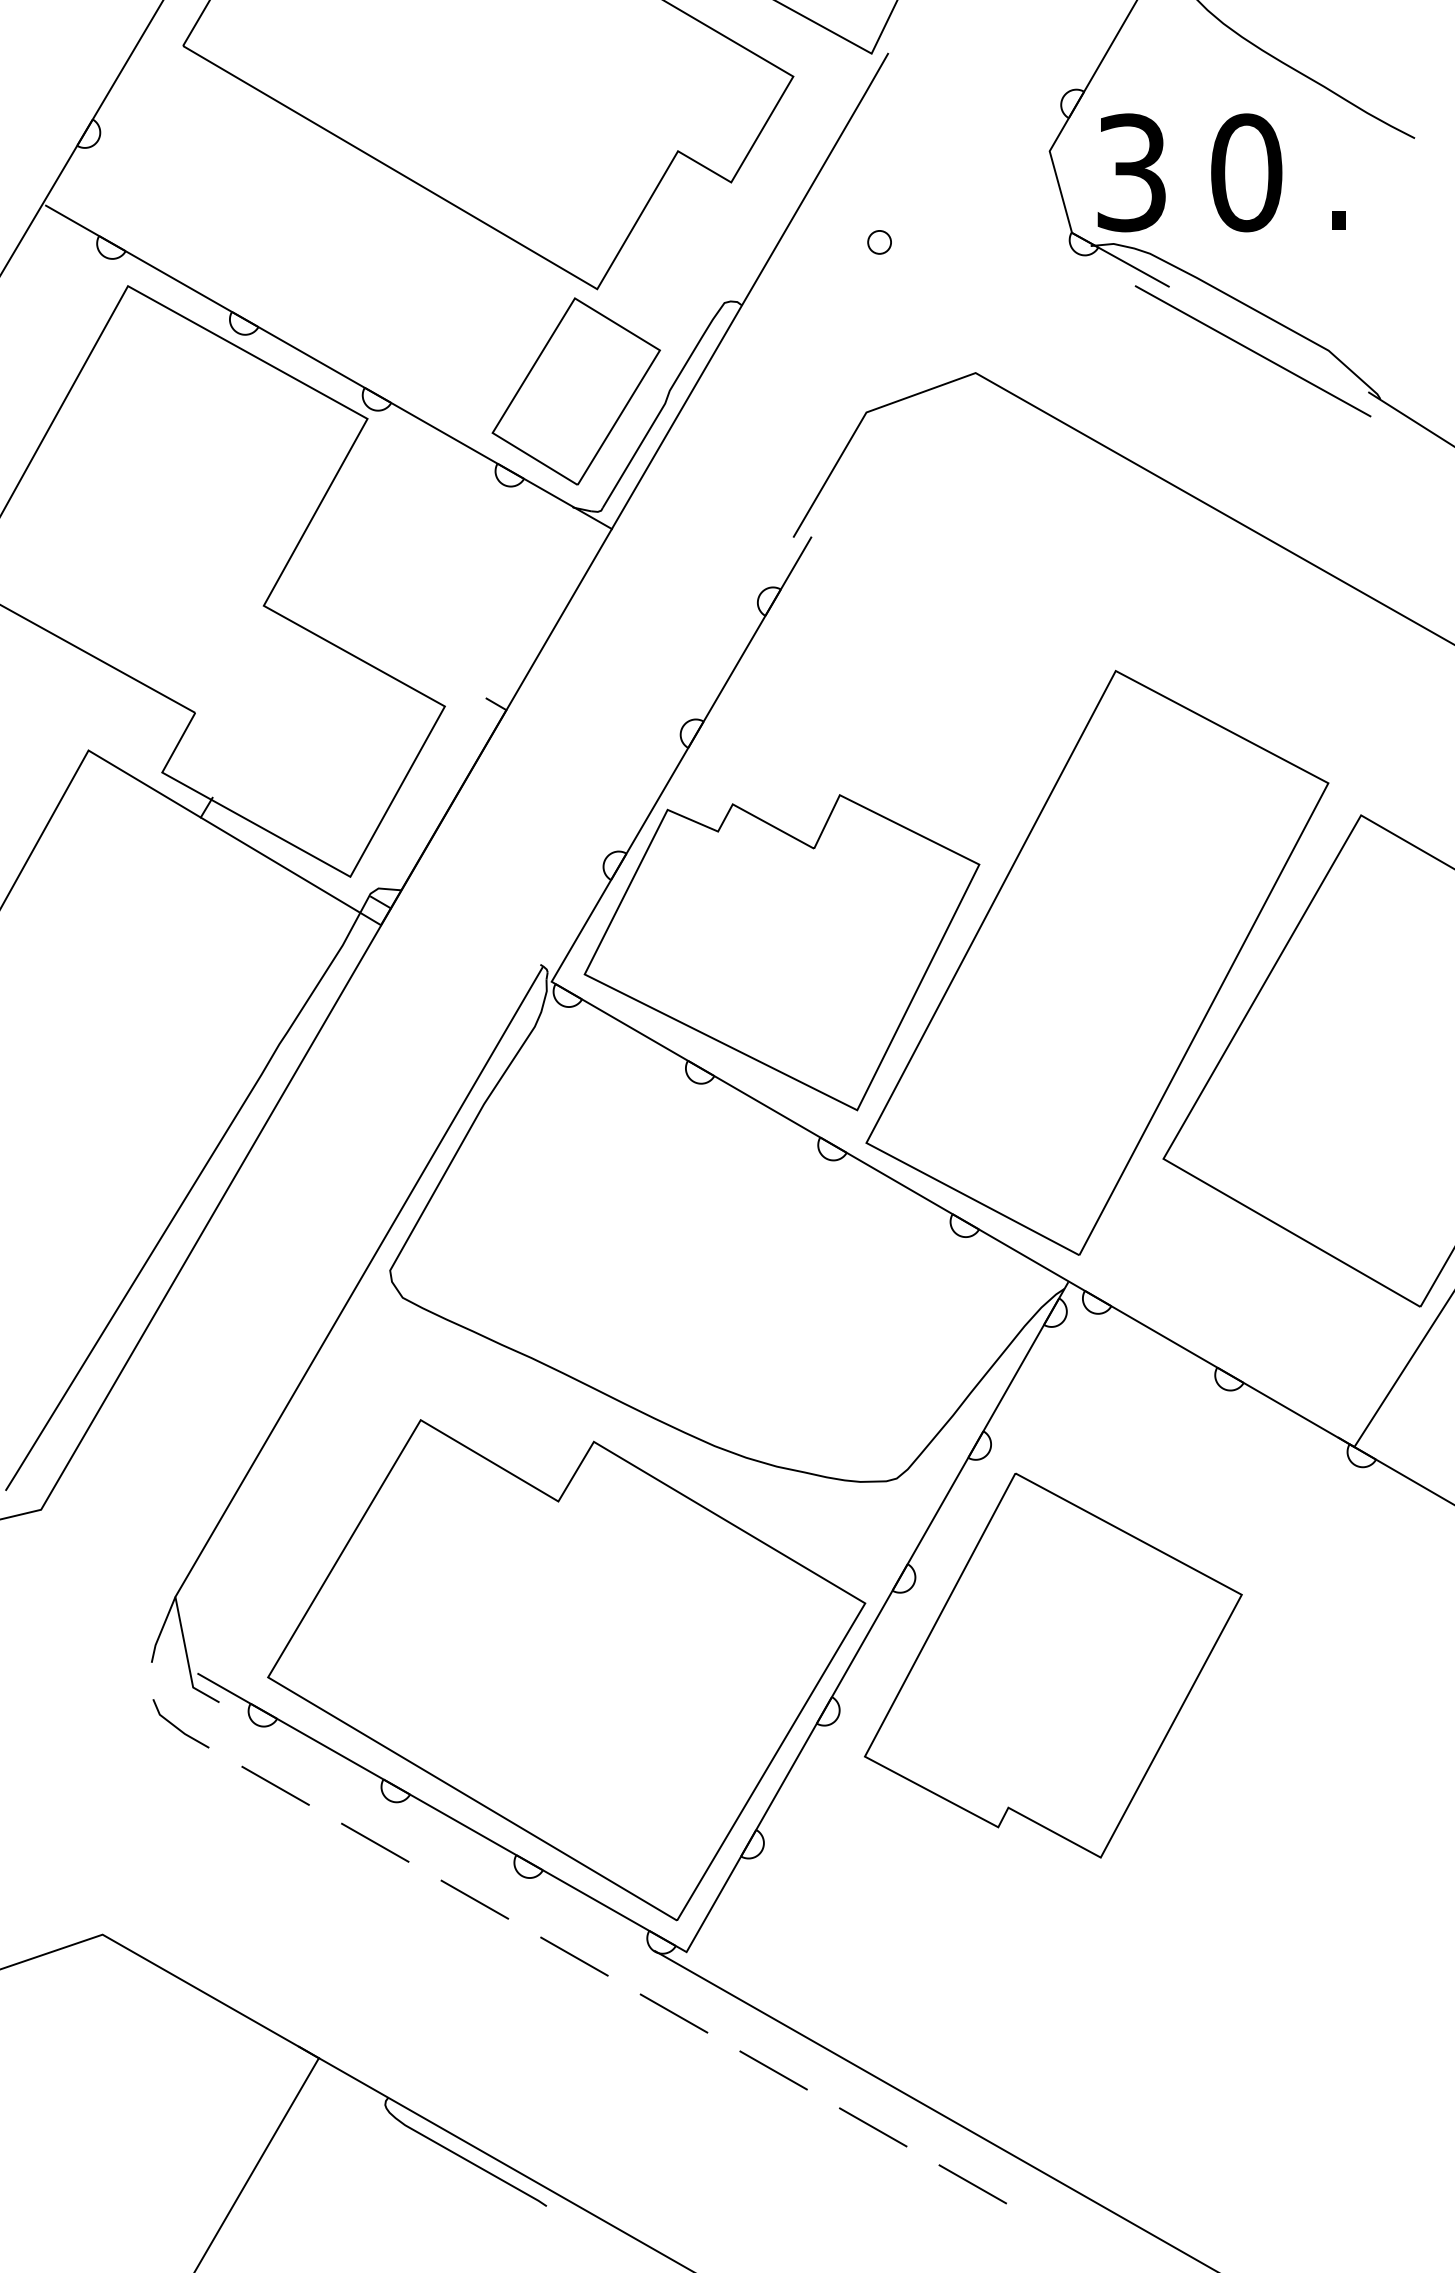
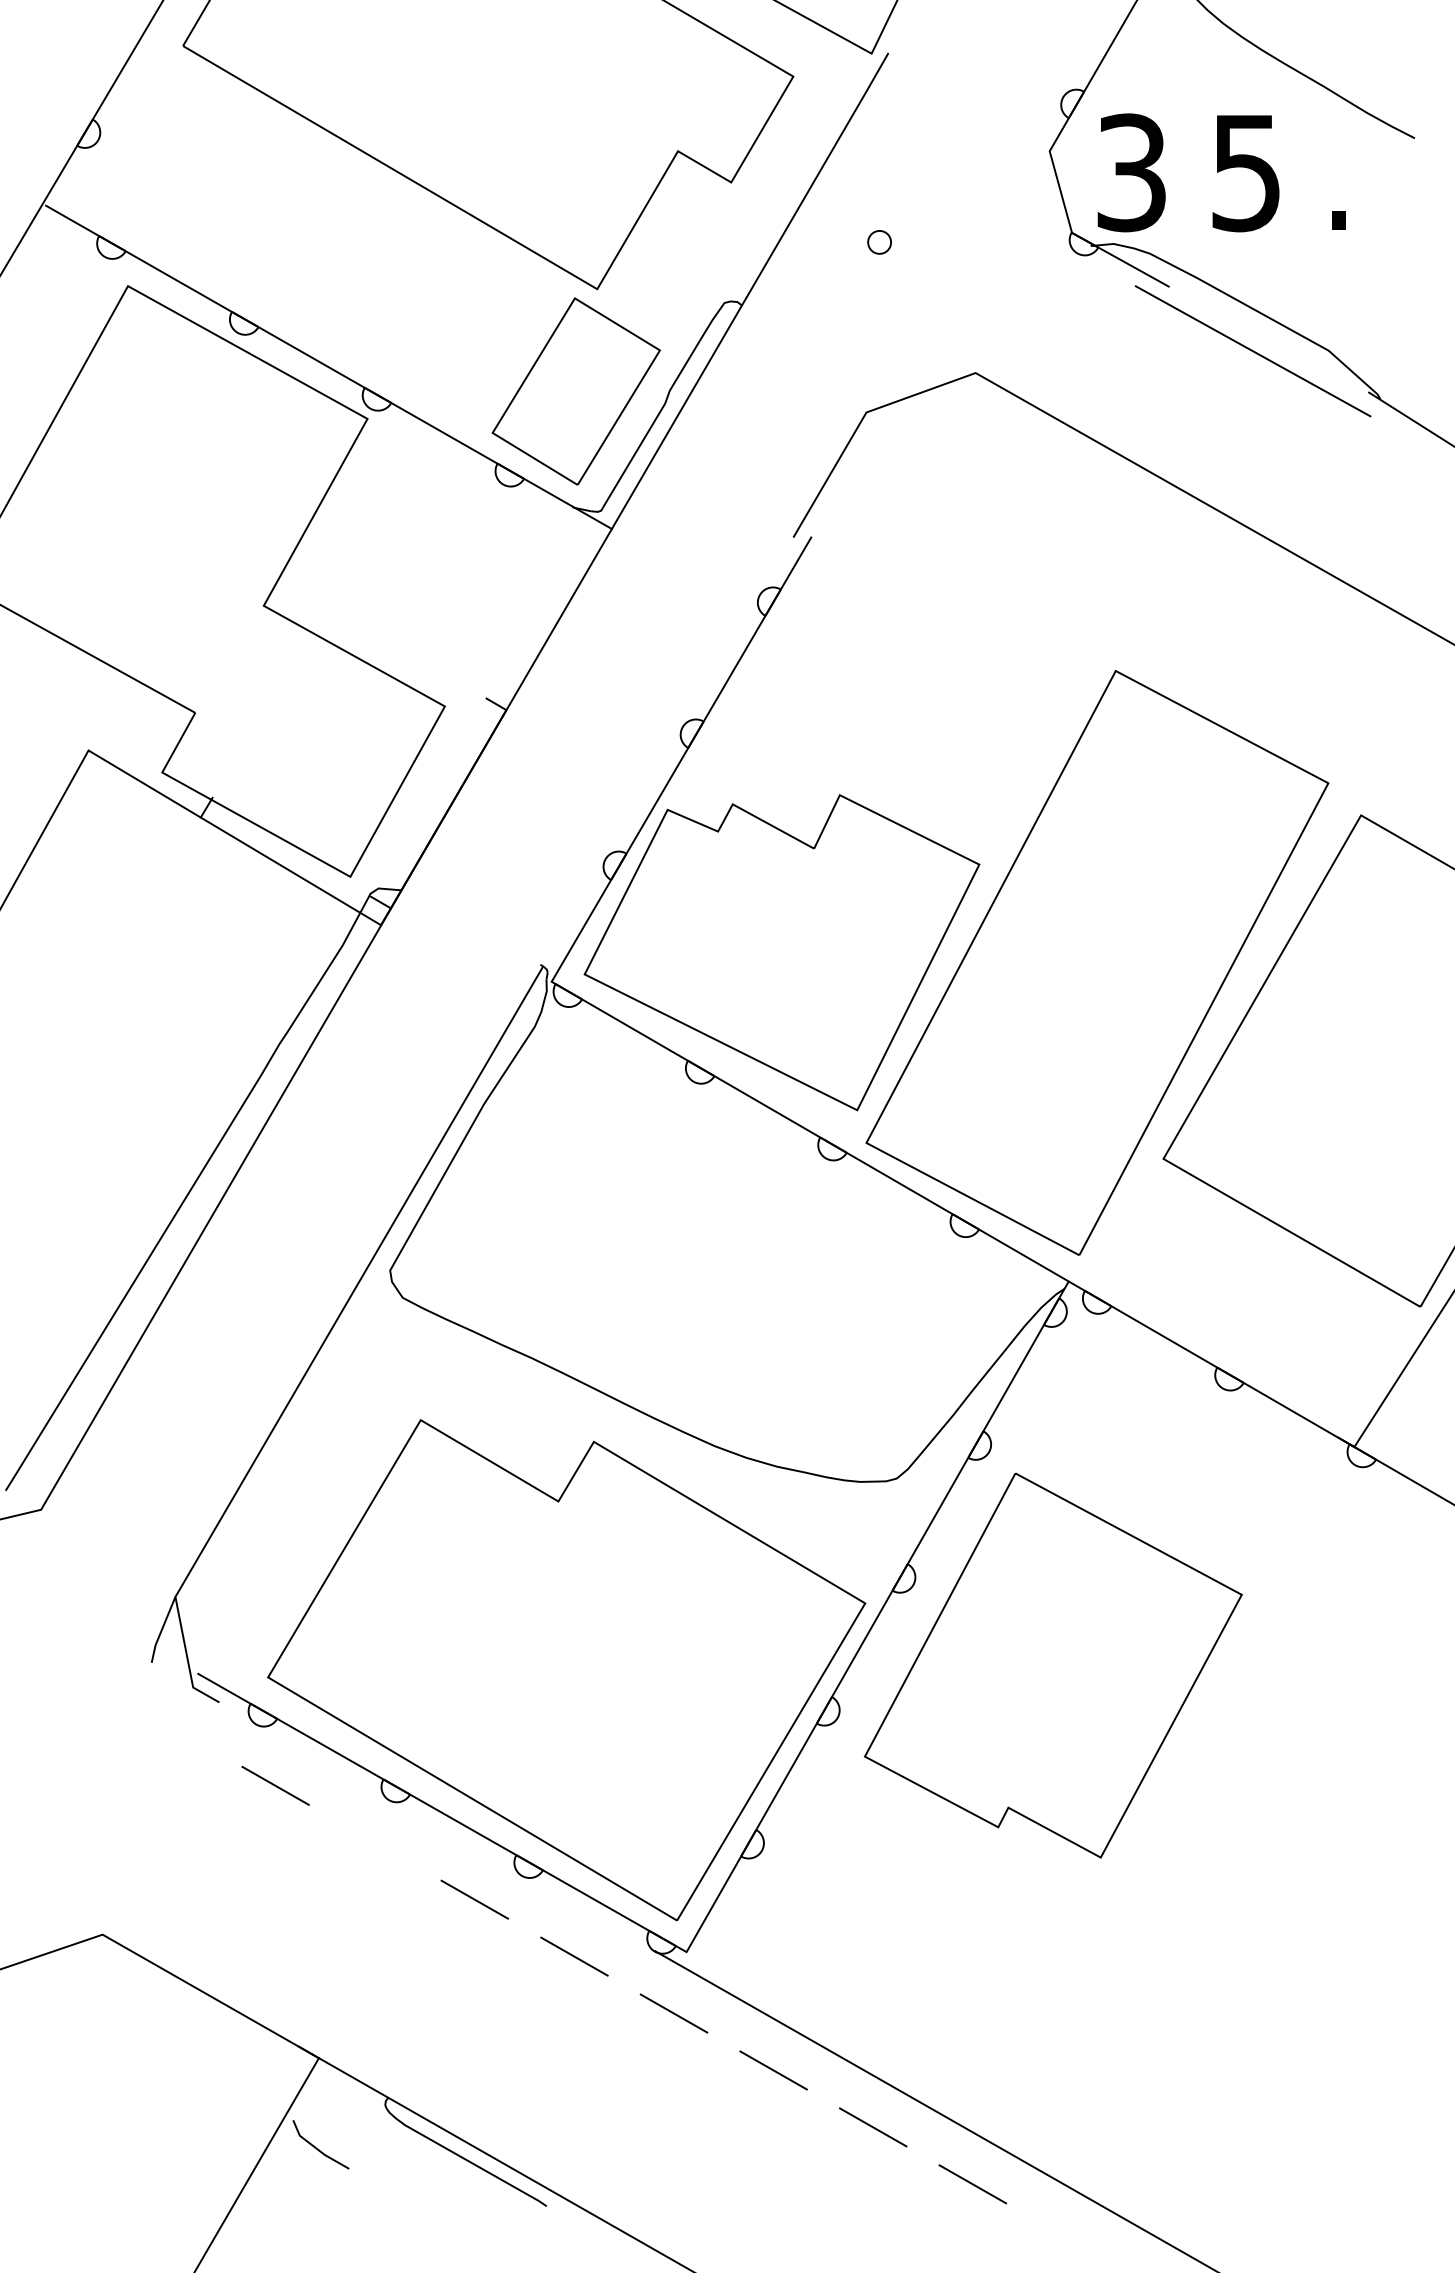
text at (1246, 172): 0 -> 5
line at (178, 1727) position: (178, 1727) -> (318, 2148)
line at (375, 1842): present -> none
